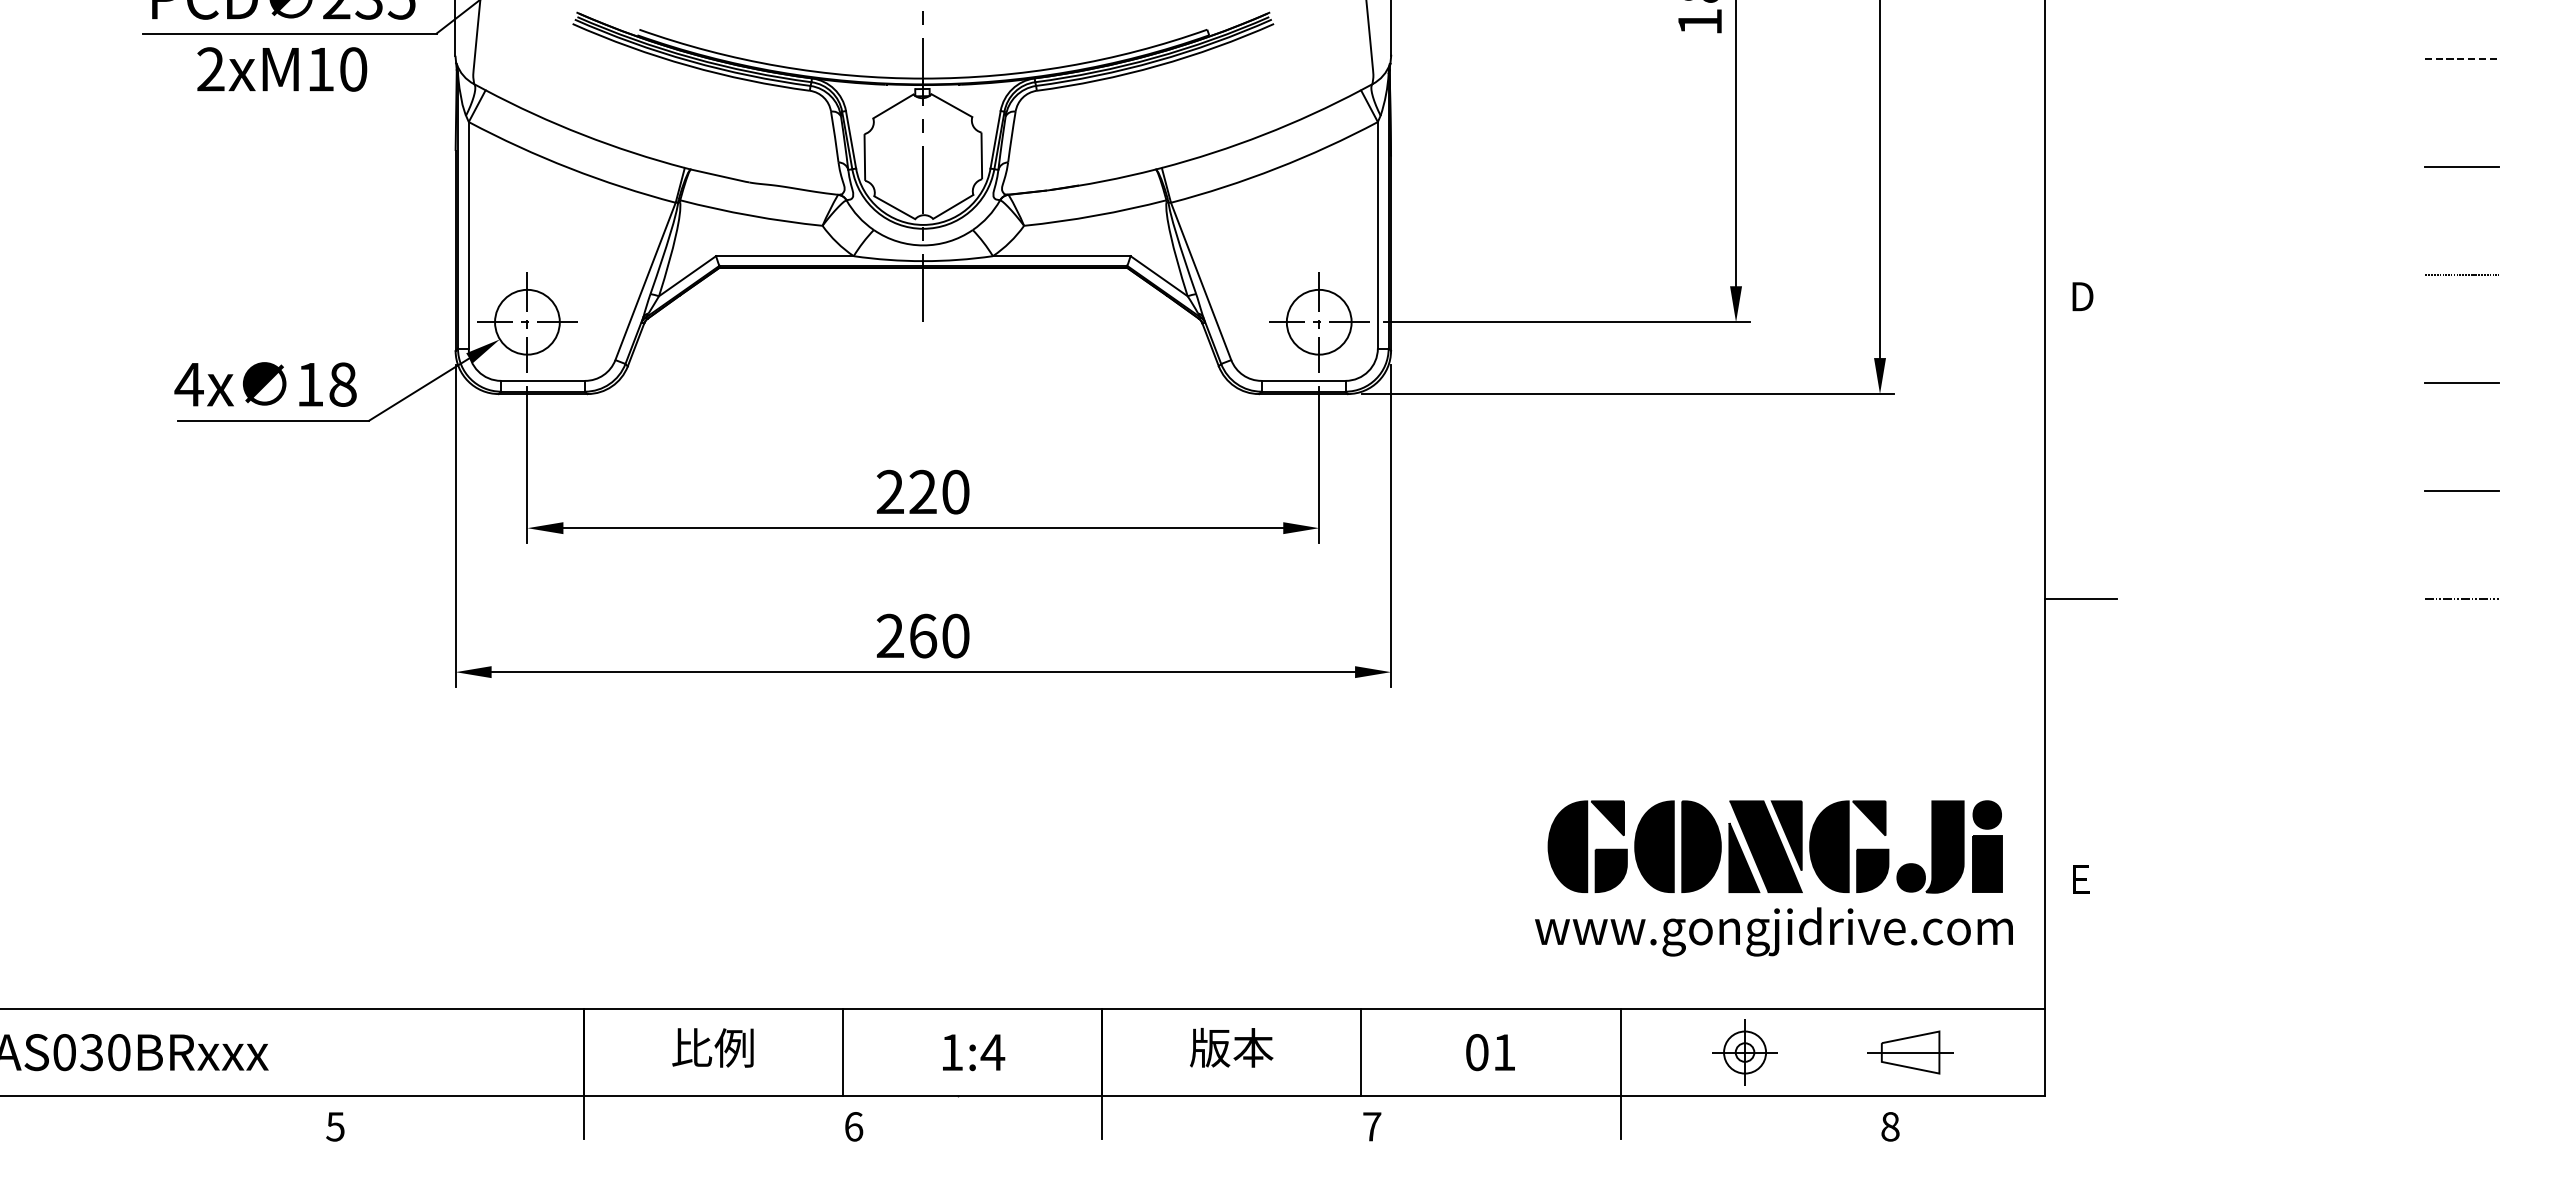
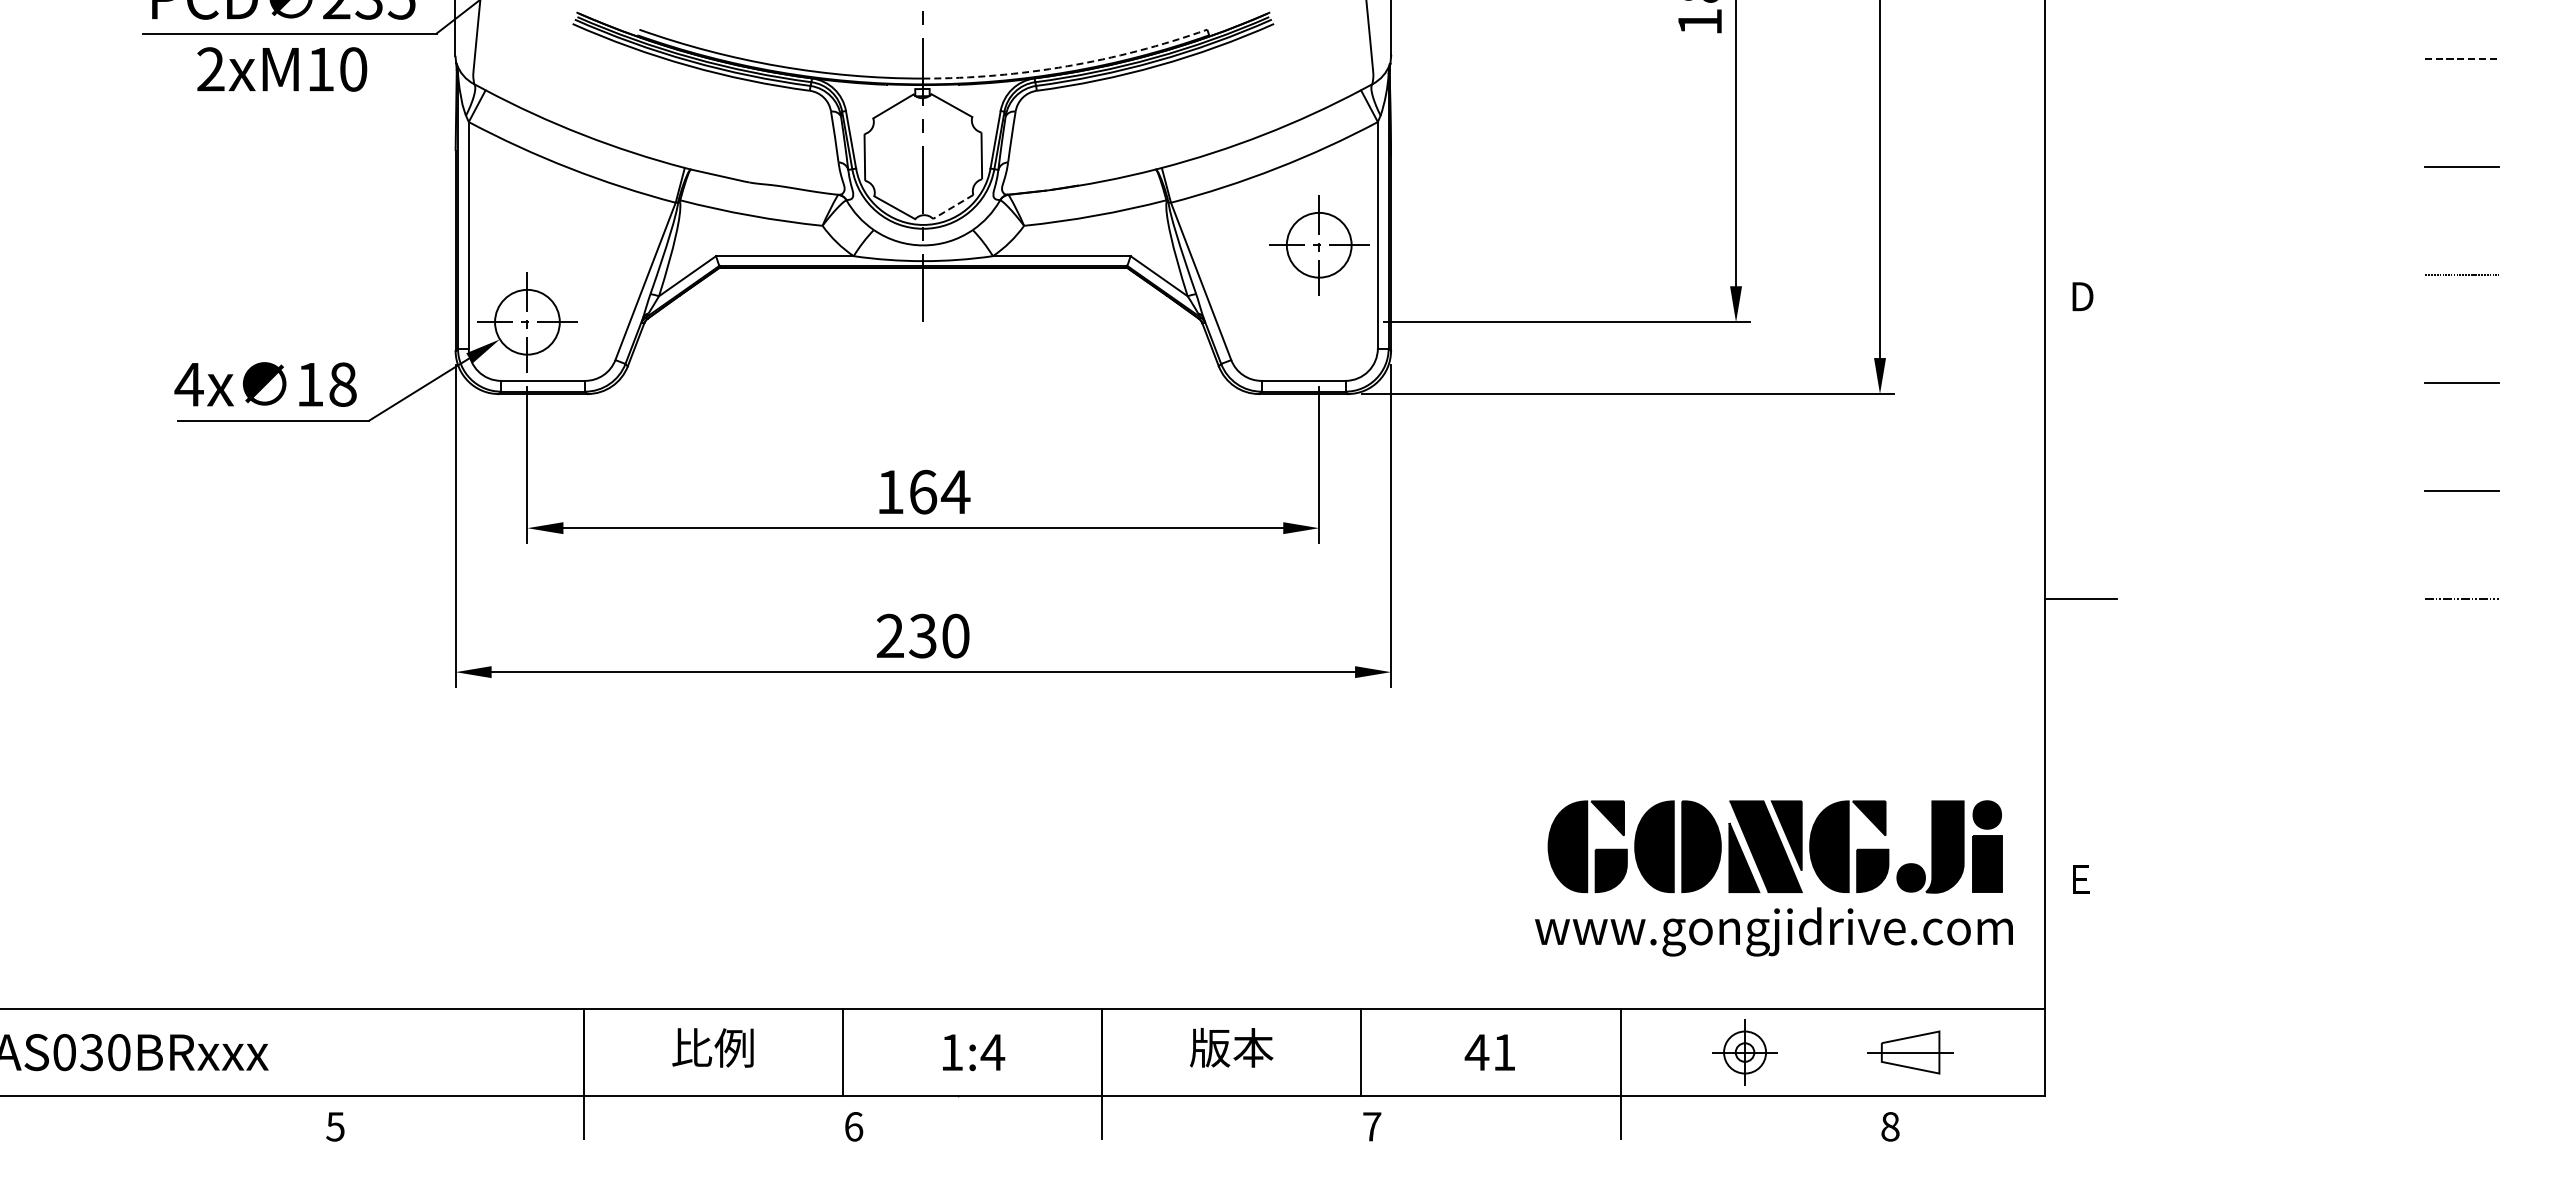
arc at (1067, 66): solid -> dashed
line at (952, 207): solid -> dashed
part at (1319, 322) position: (1319, 322) -> (1319, 245)
text at (923, 491): 220 -> 164
text at (922, 635): 260 -> 230
text at (1476, 1052): 01 -> 41
